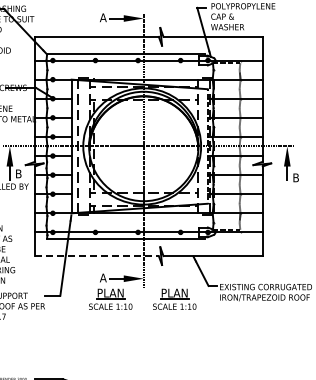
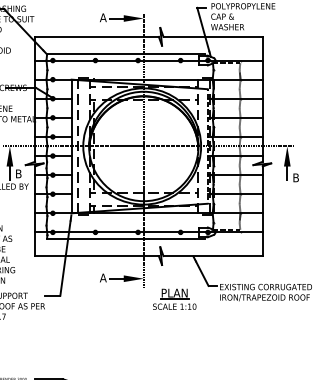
line at (96, 256): dashed -> solid
part at (110, 298): present -> none
